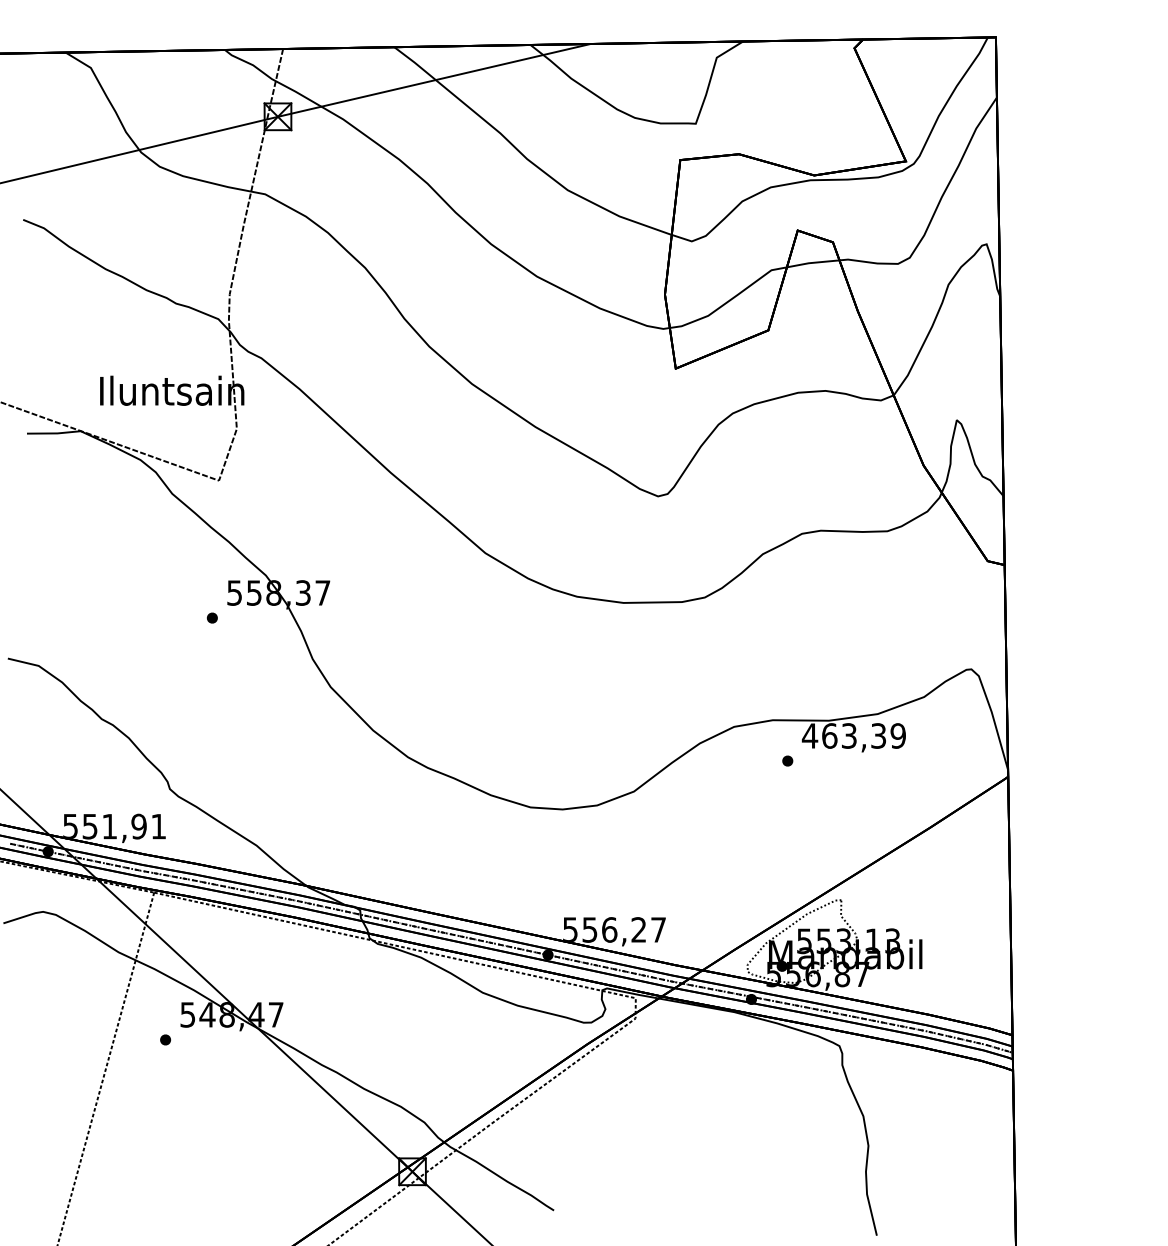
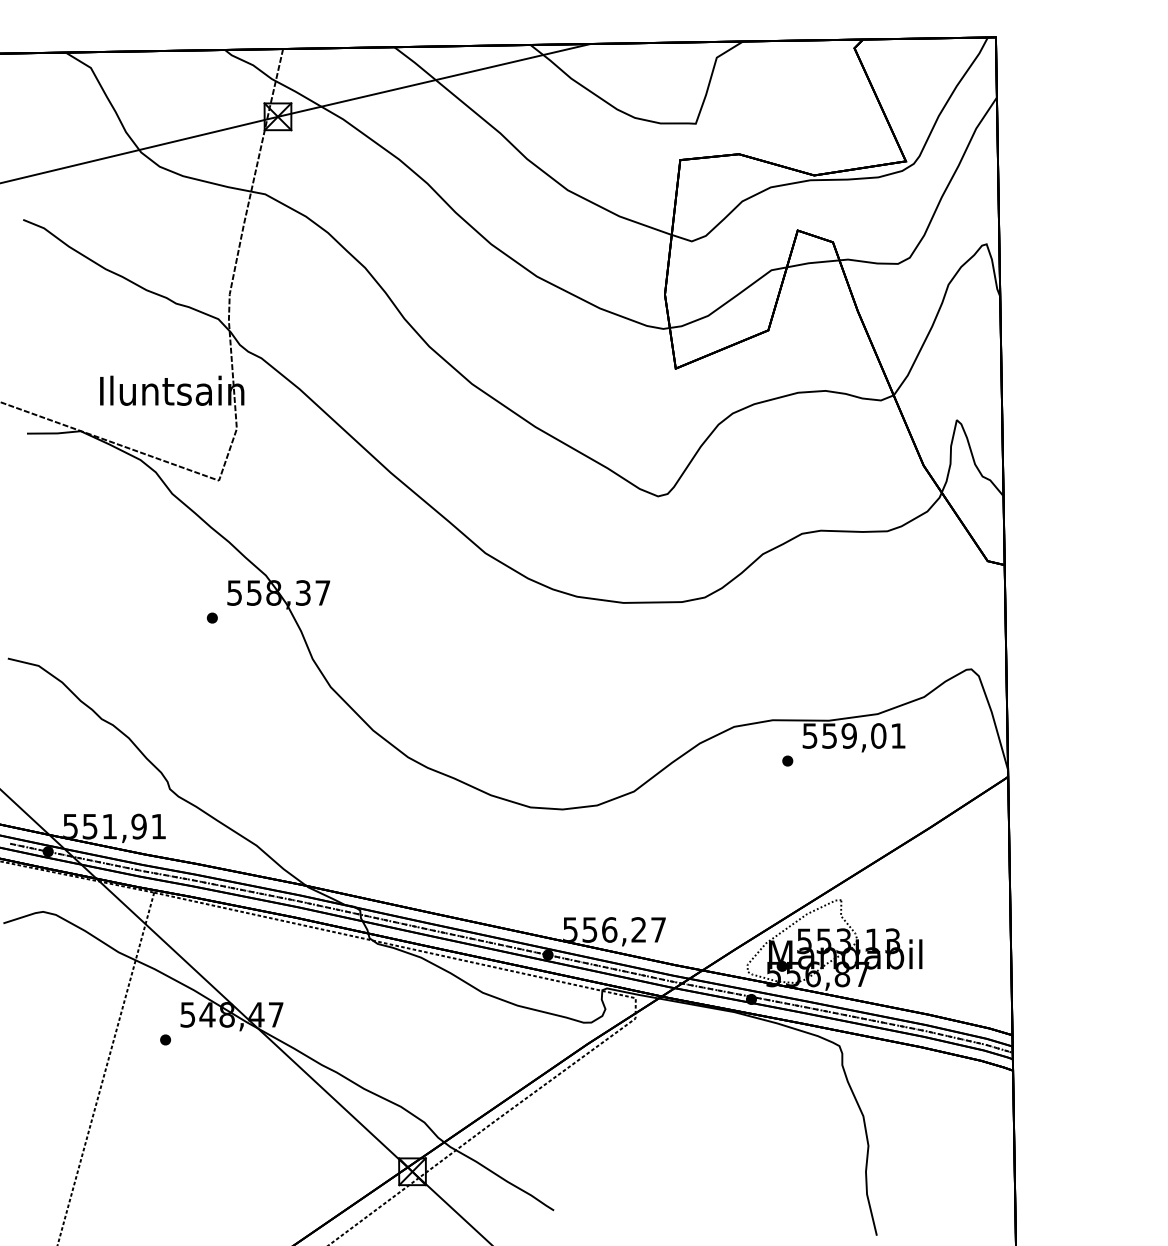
text at (853, 735): 463,39 -> 559,01
